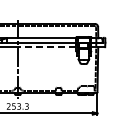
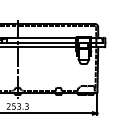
line at (46, 47): dashed -> solid
